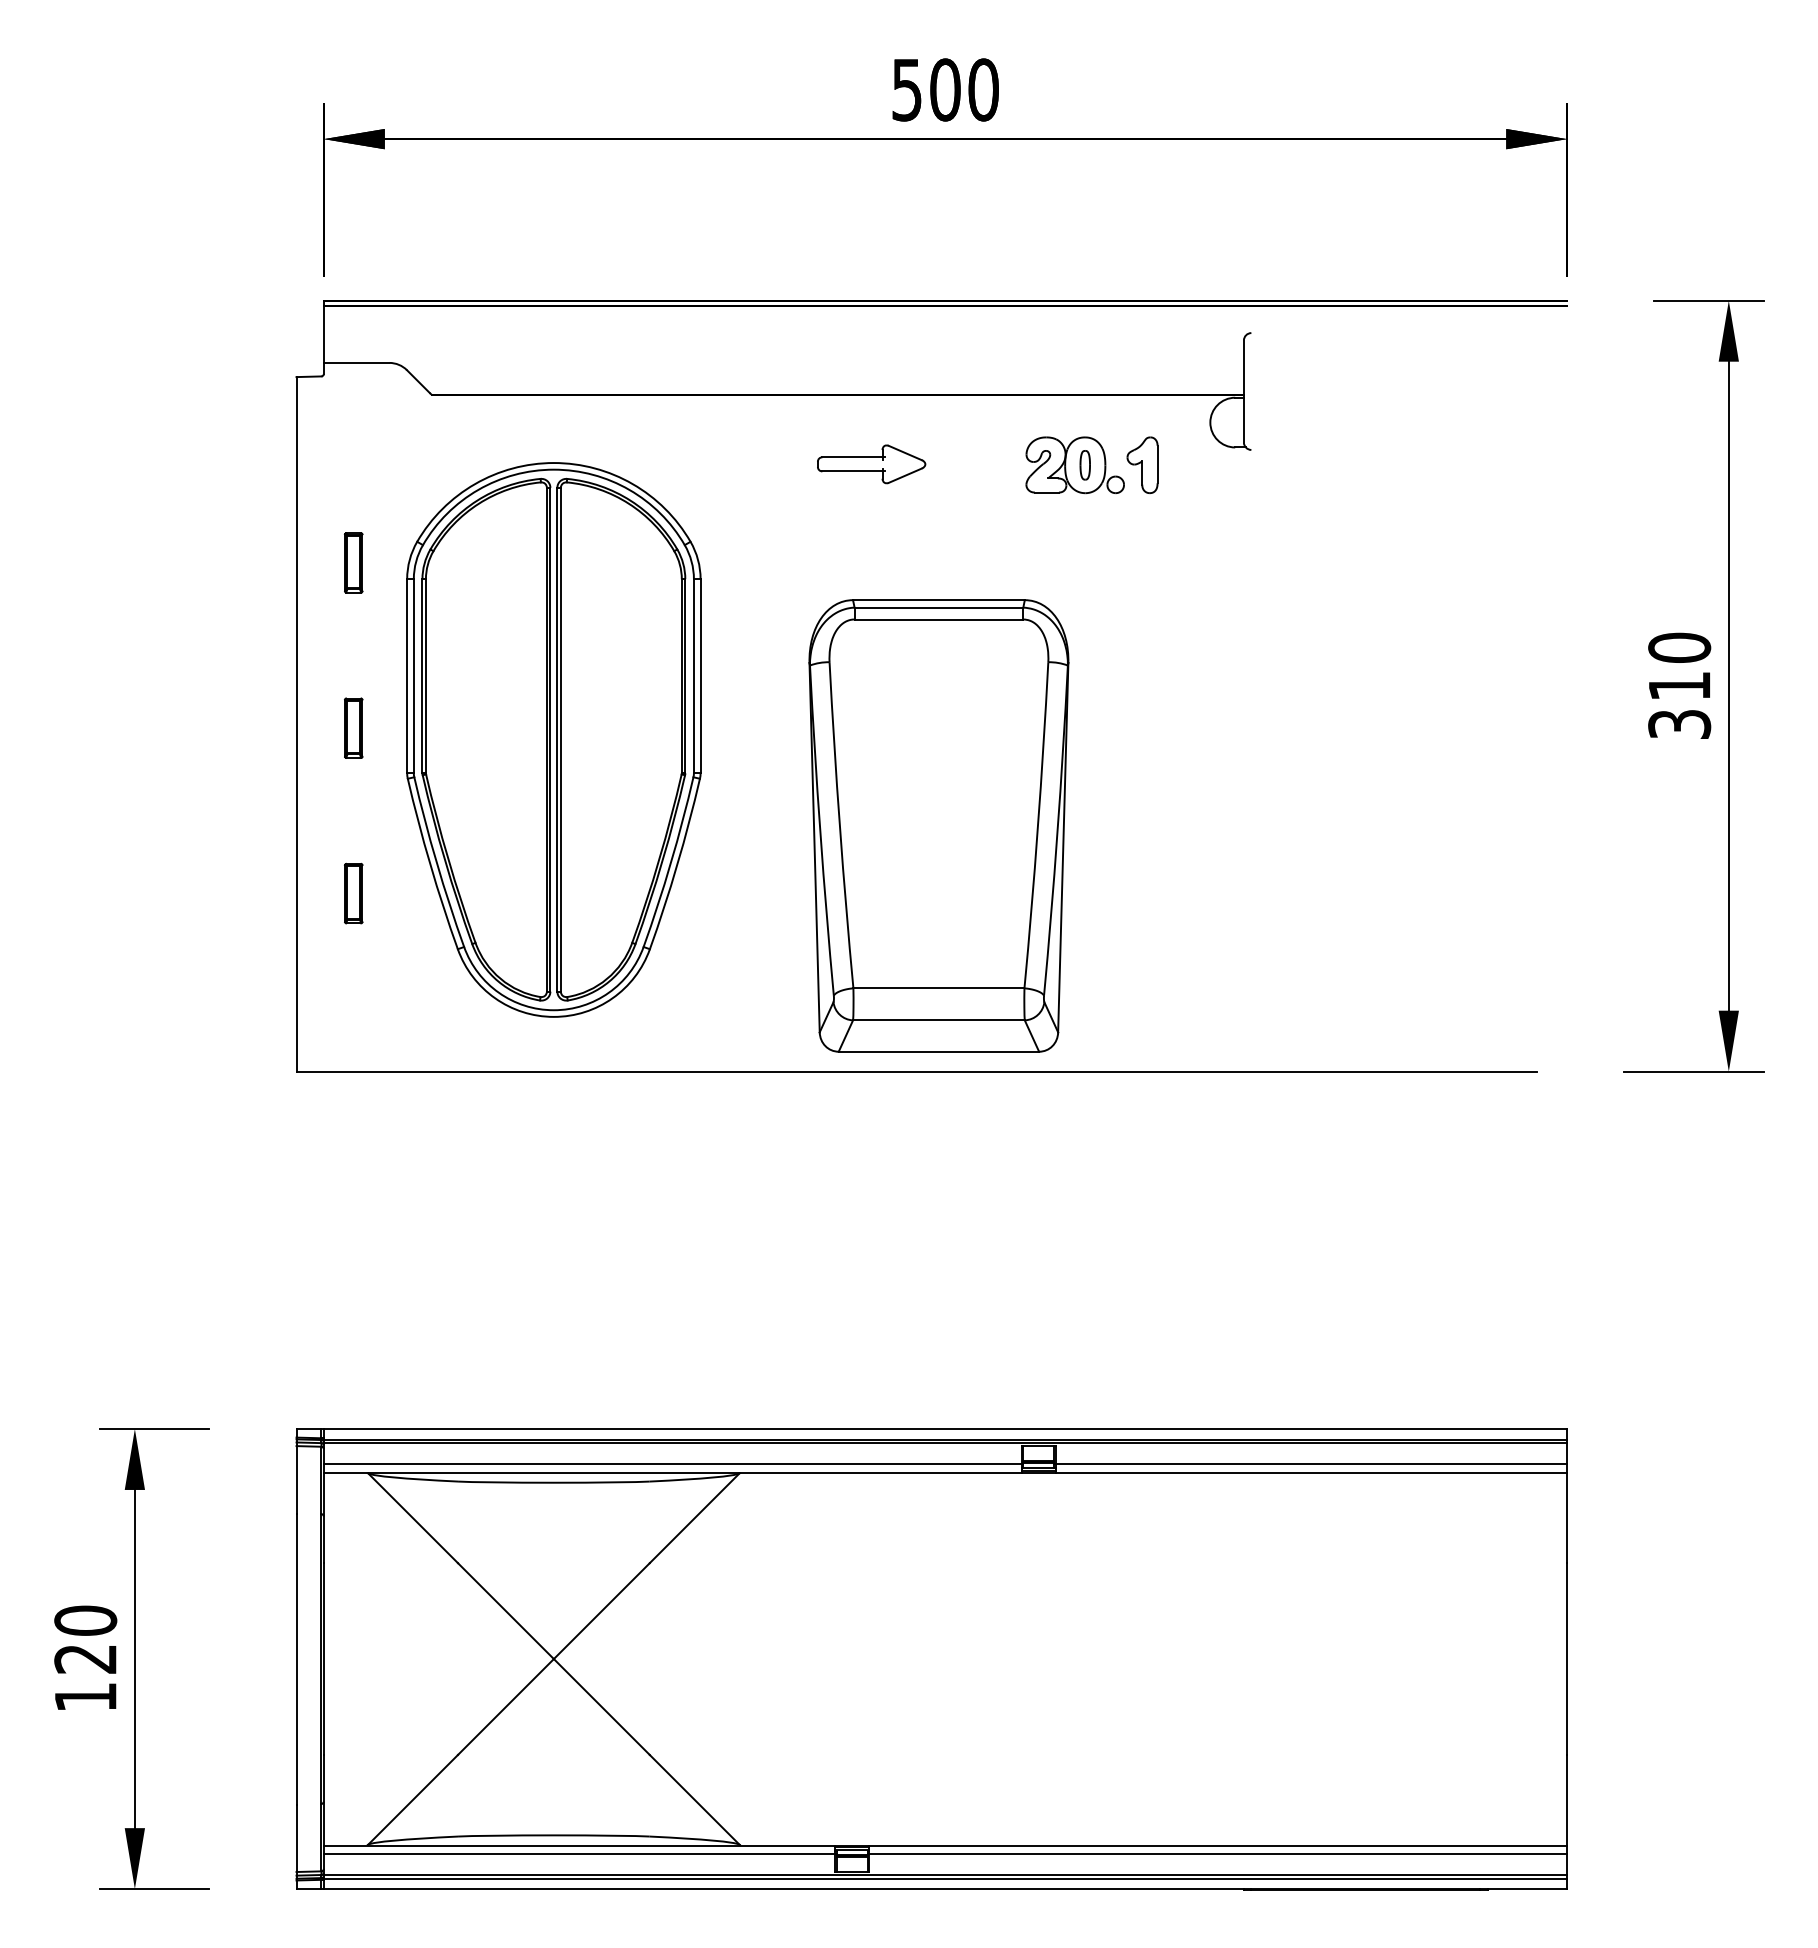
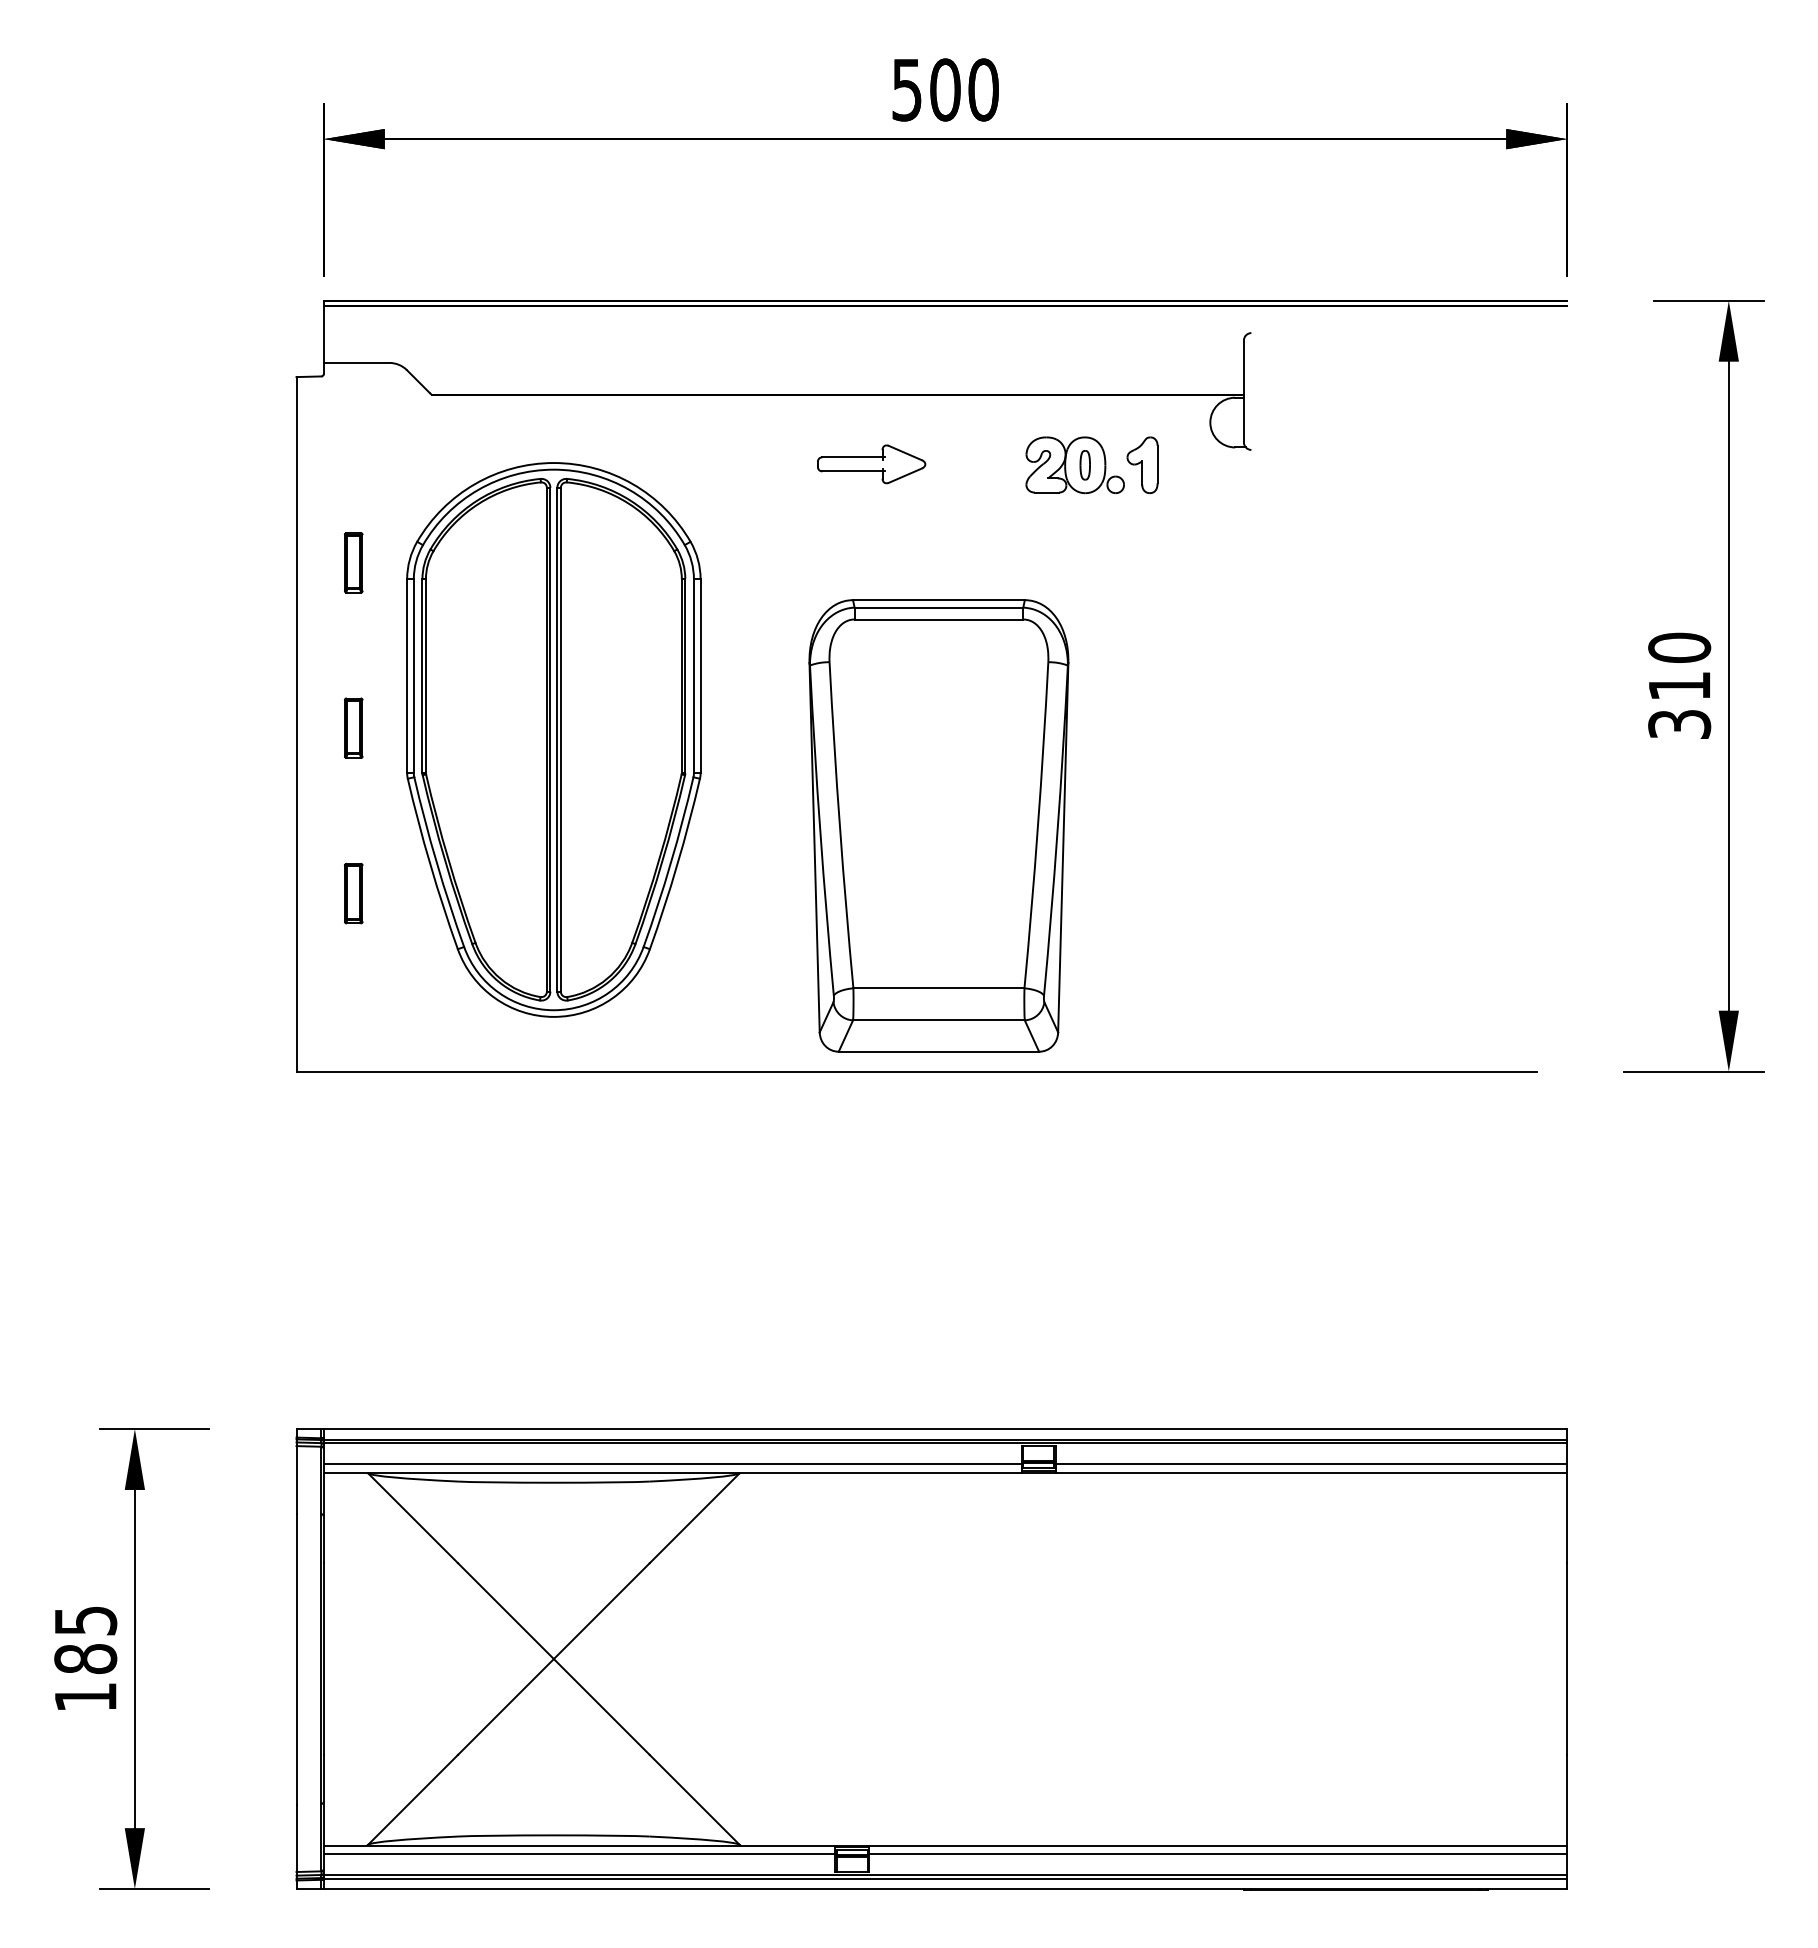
text at (85, 1639): 120 -> 185
